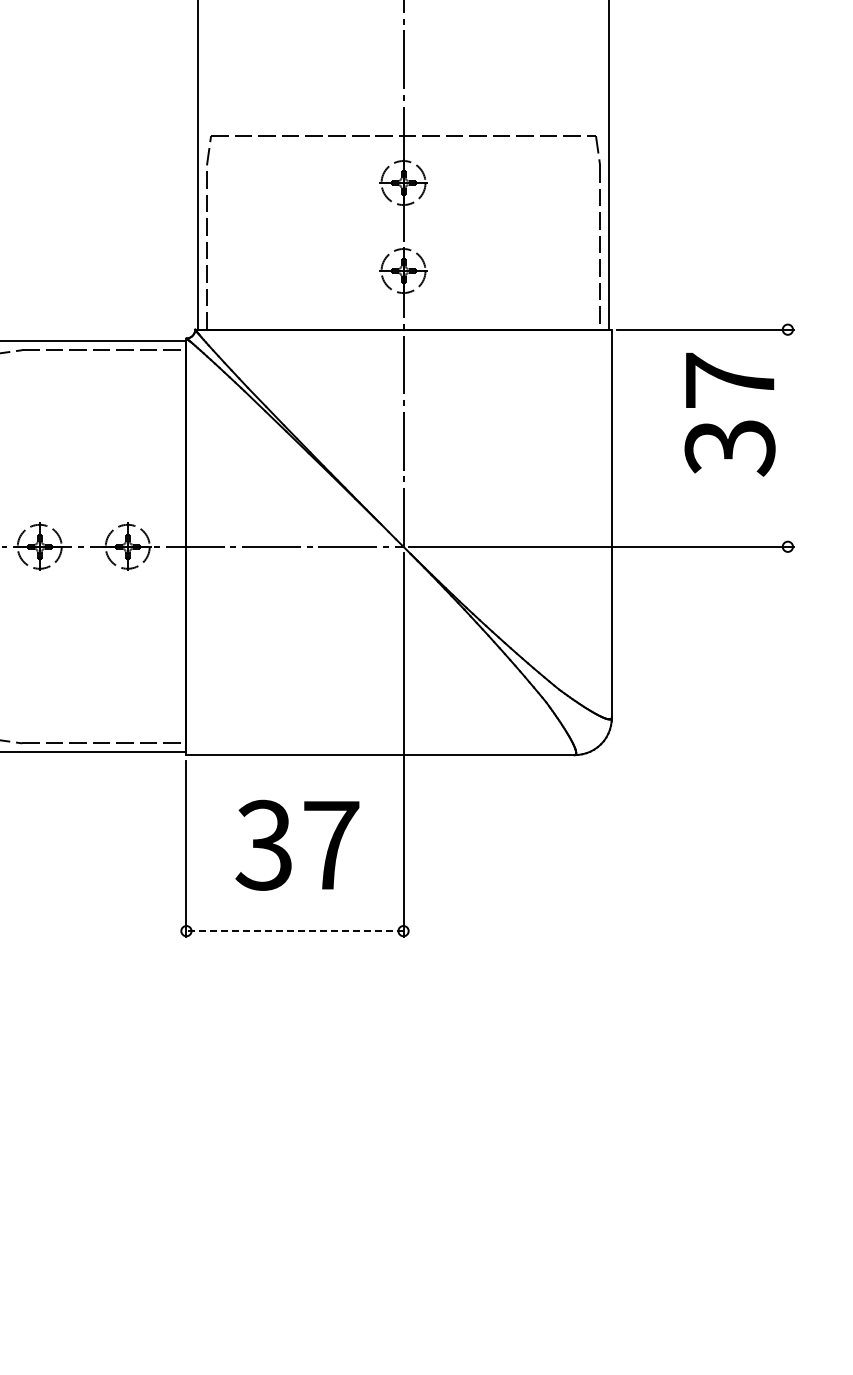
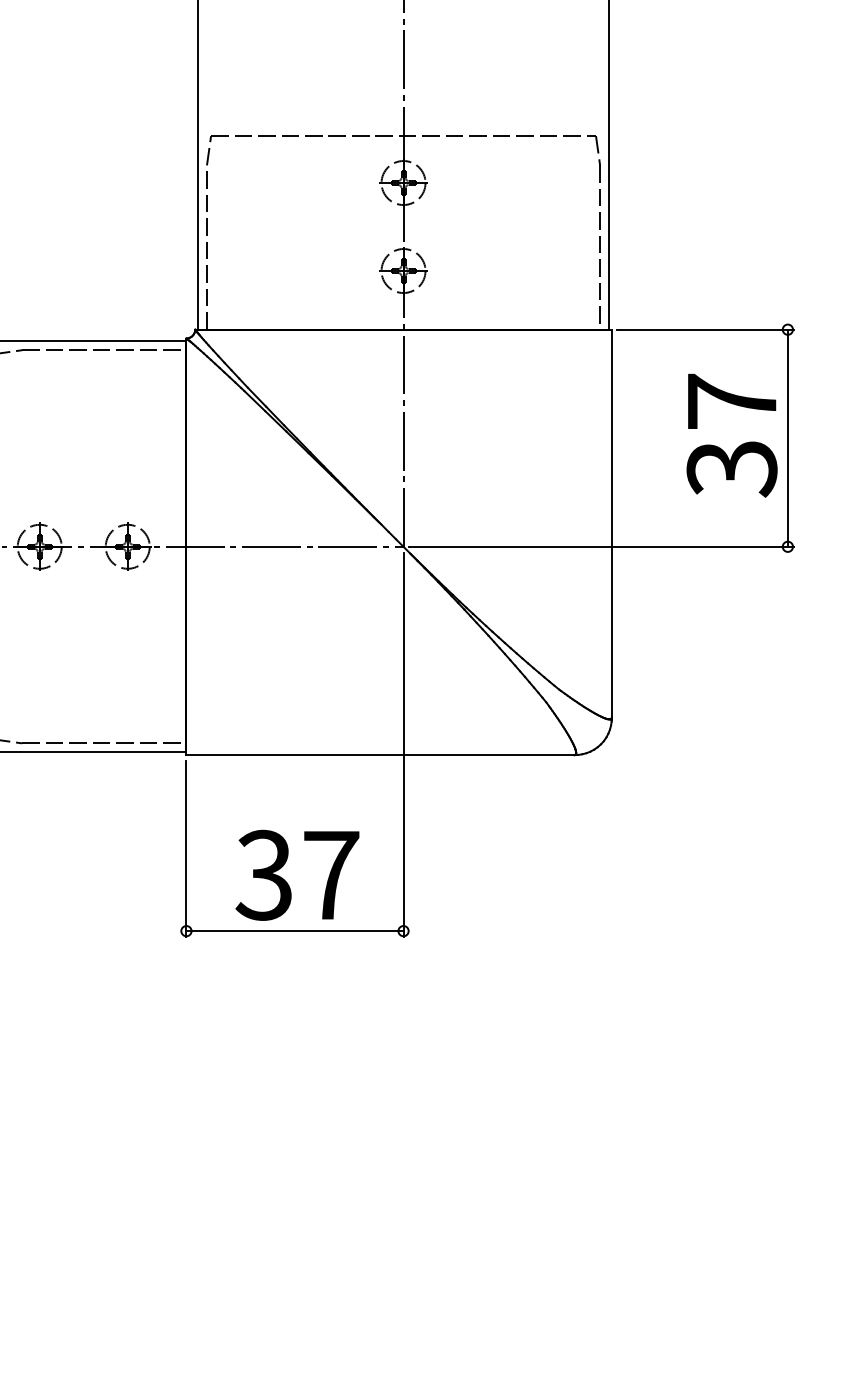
text at (729, 414) position: (729, 414) -> (731, 435)
line at (787, 437): none -> present
text at (297, 844) position: (297, 844) -> (297, 874)
line at (295, 931): dashed -> solid
